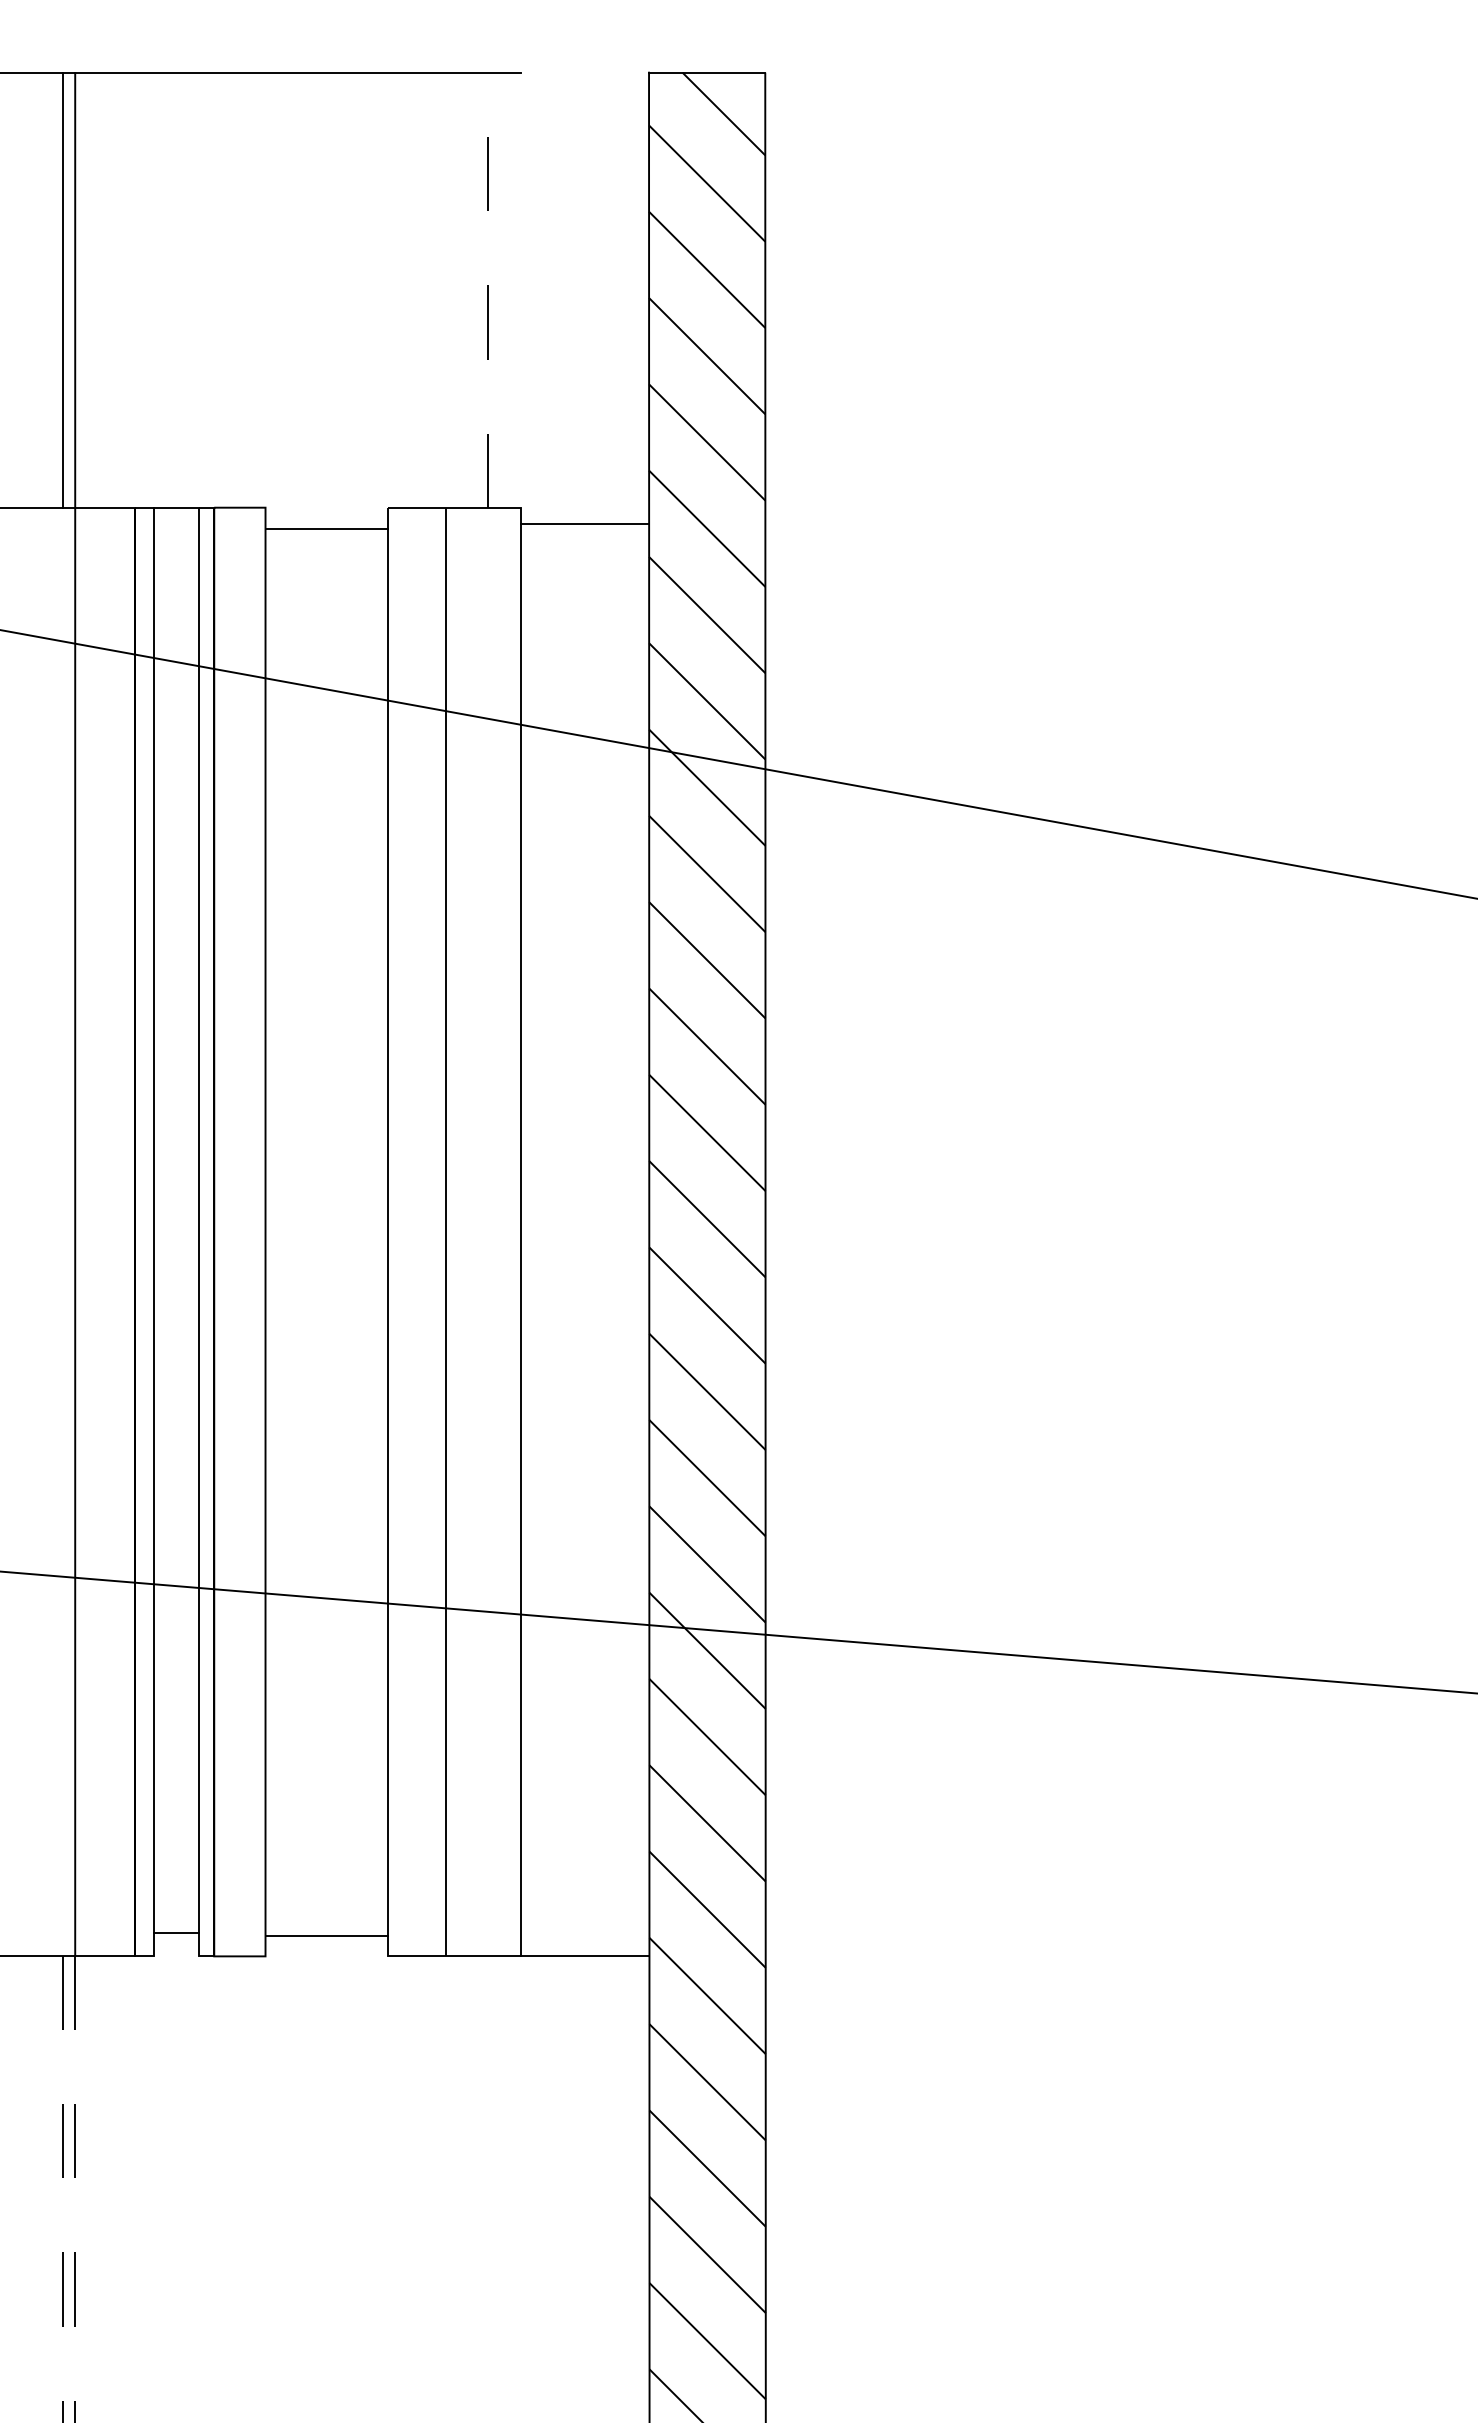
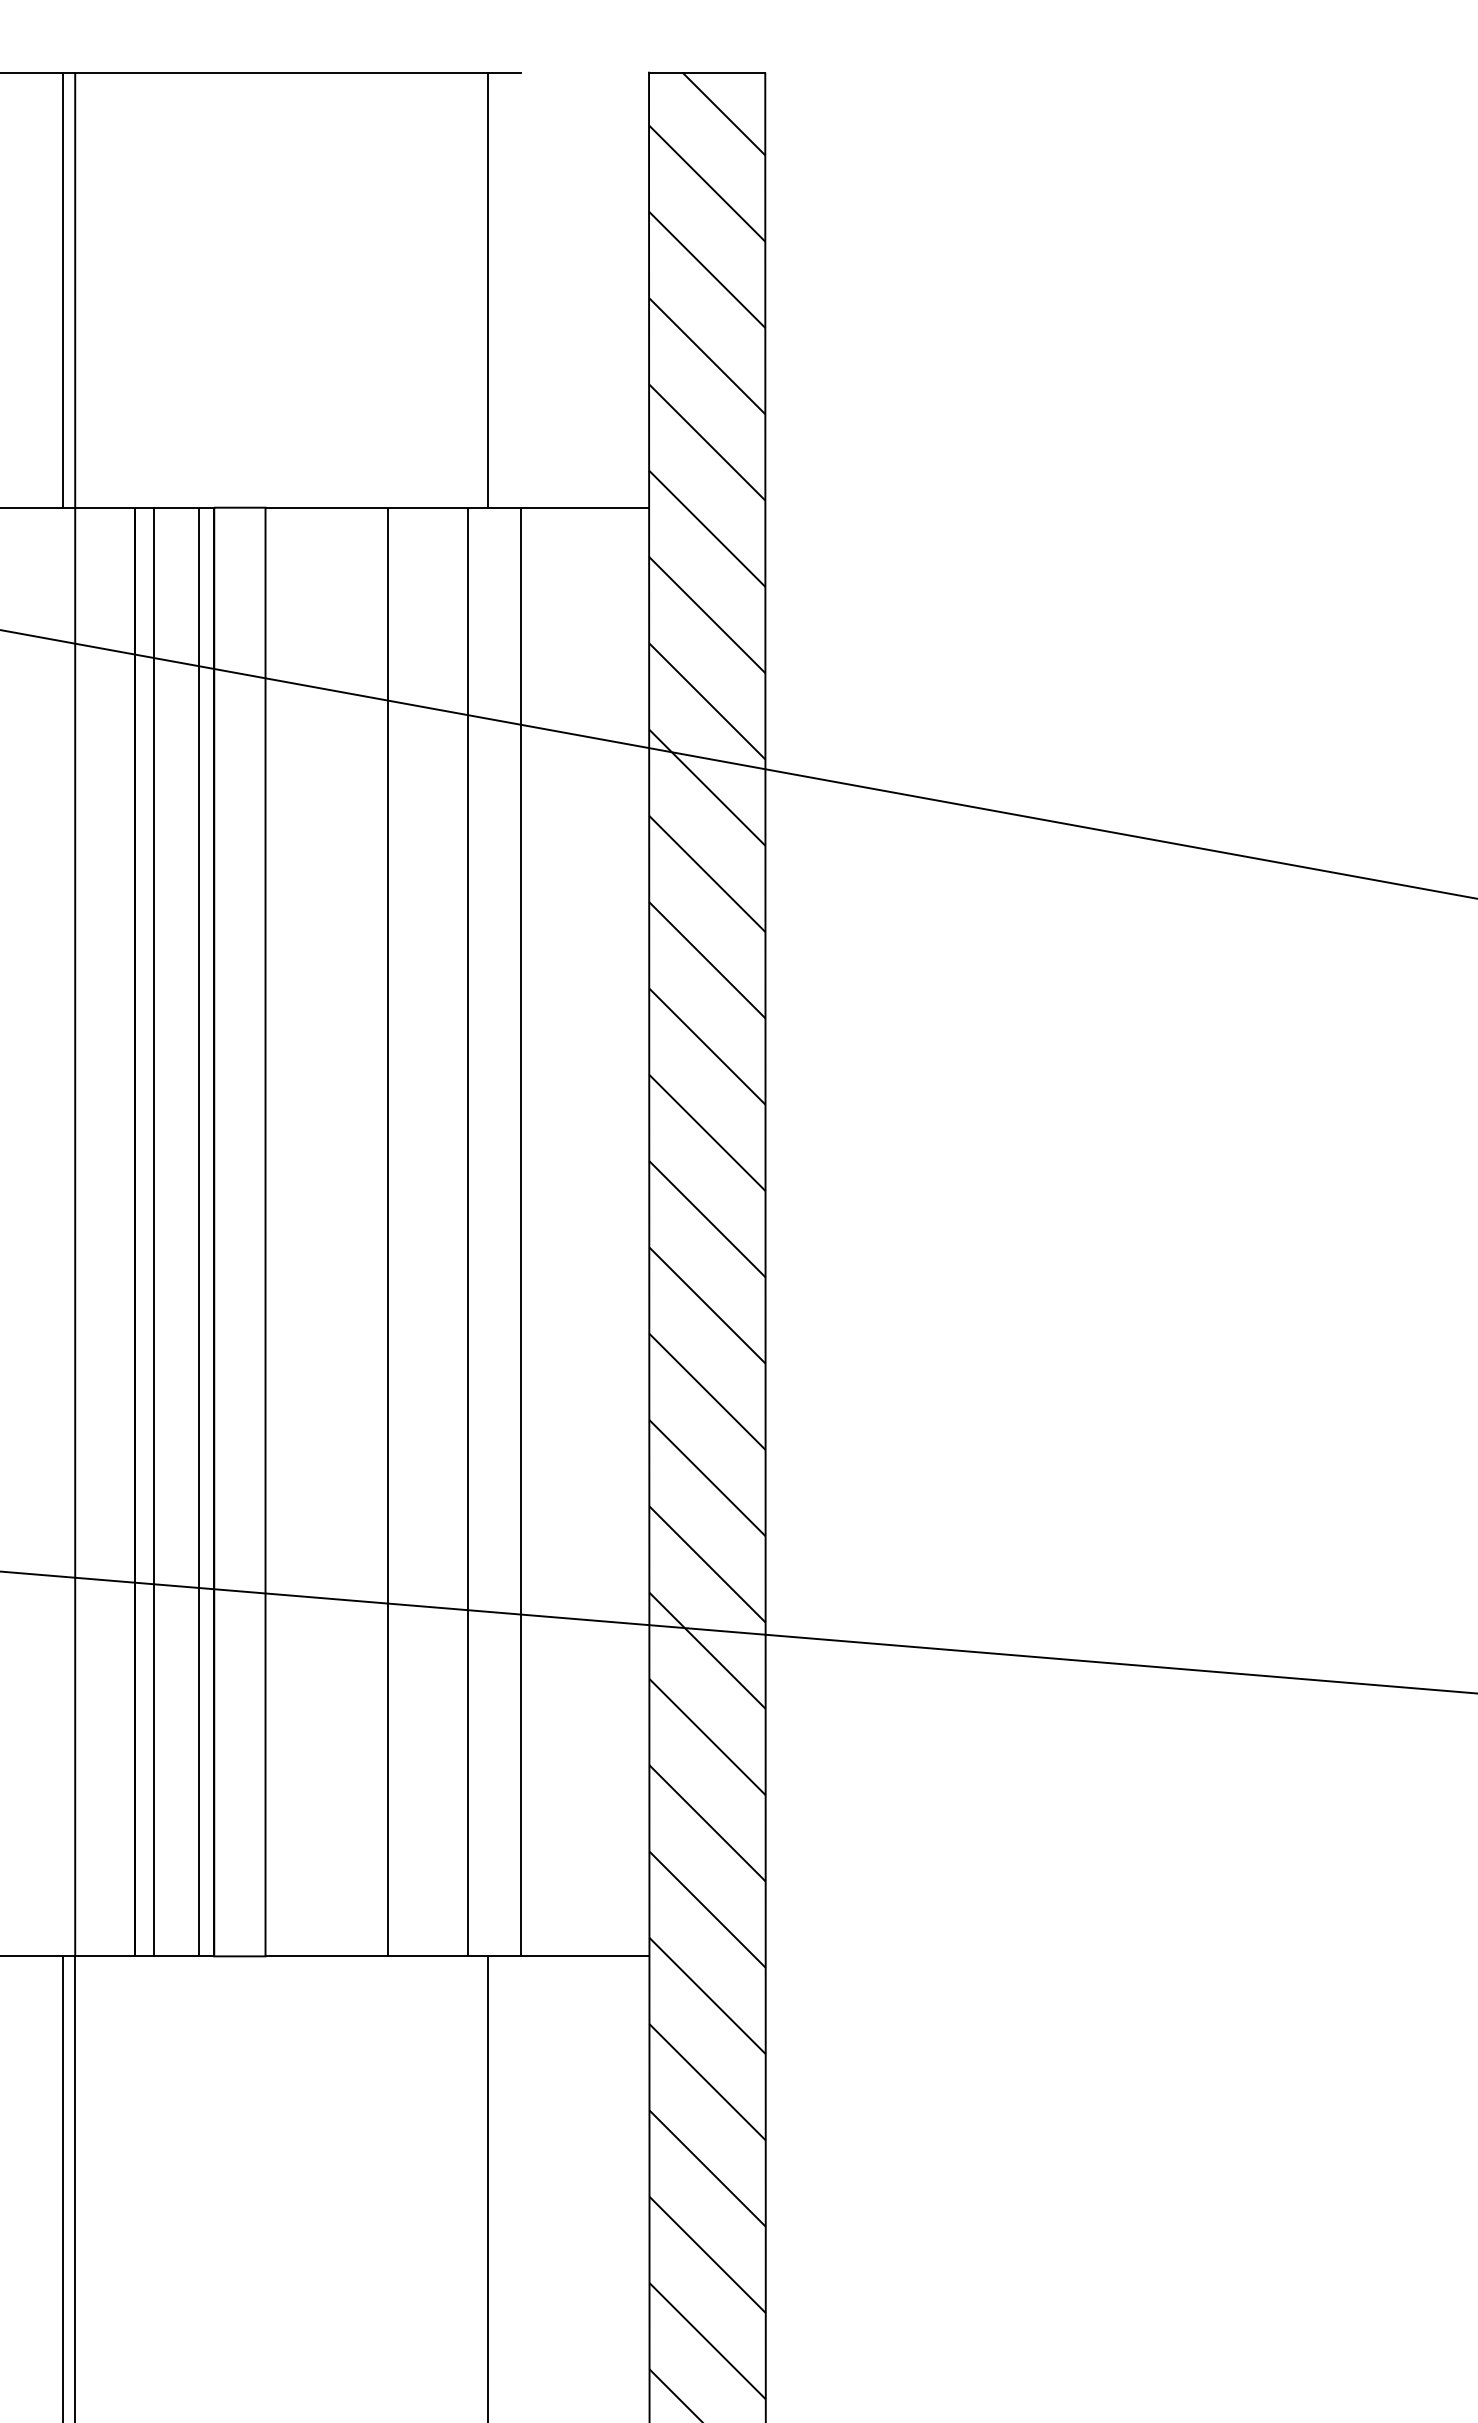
line at (488, 289): dashed -> solid
line at (584, 523) position: (584, 523) -> (584, 507)
line at (326, 528) position: (326, 528) -> (326, 507)
line at (445, 1231) position: (445, 1231) -> (467, 1231)
line at (176, 1933) position: (176, 1933) -> (176, 1956)
line at (326, 1936) position: (326, 1936) -> (326, 1956)
line at (488, 2187): none -> present
line at (63, 2189): dashed -> solid
line at (75, 2189): dashed -> solid
